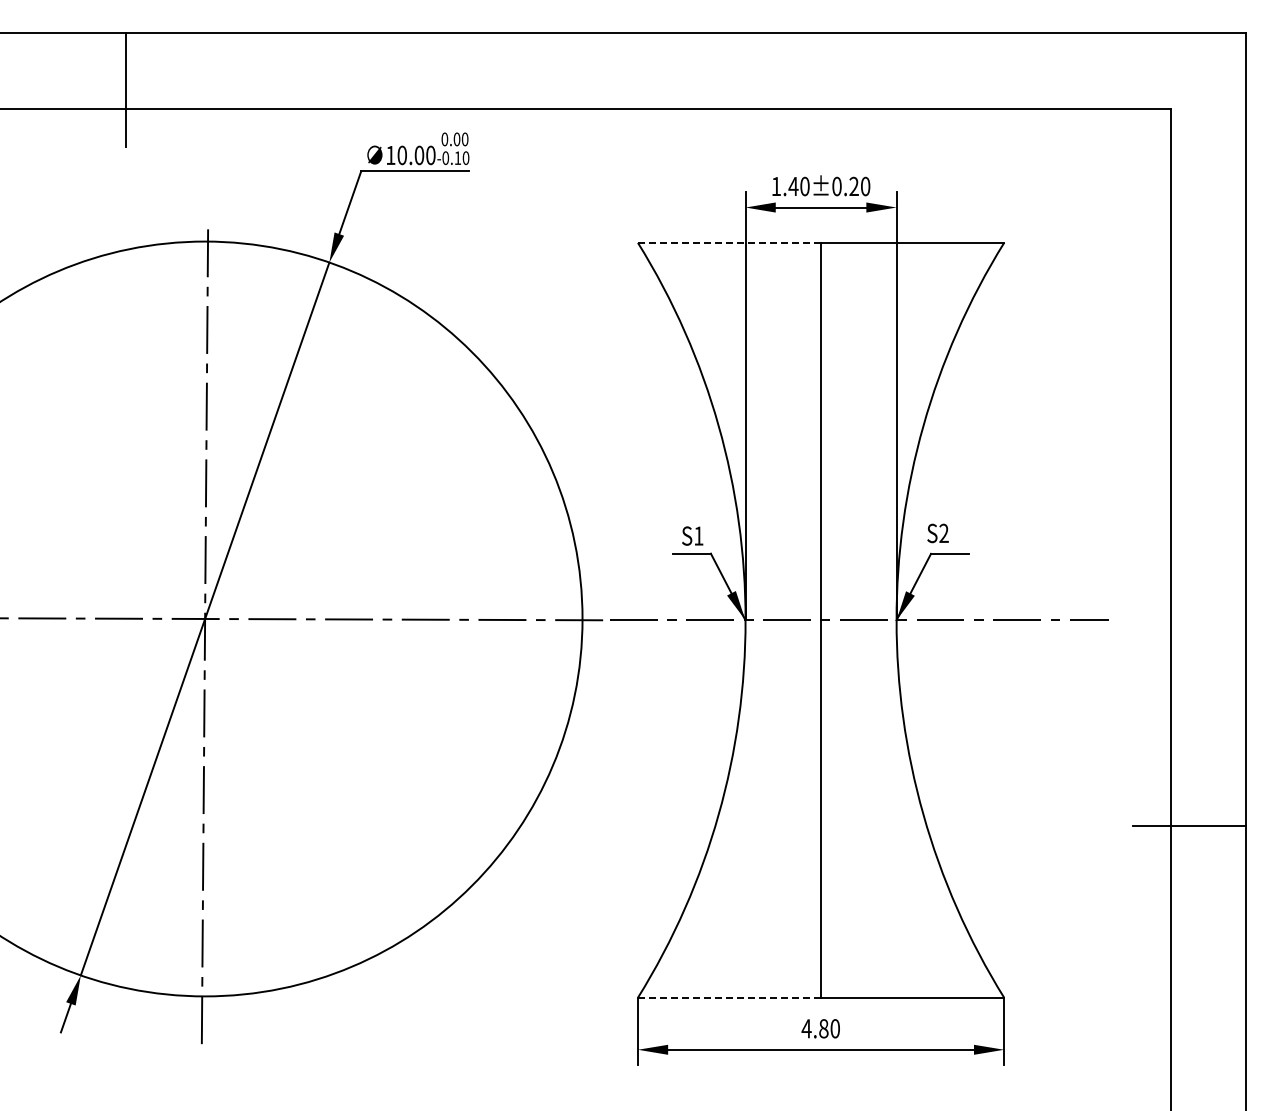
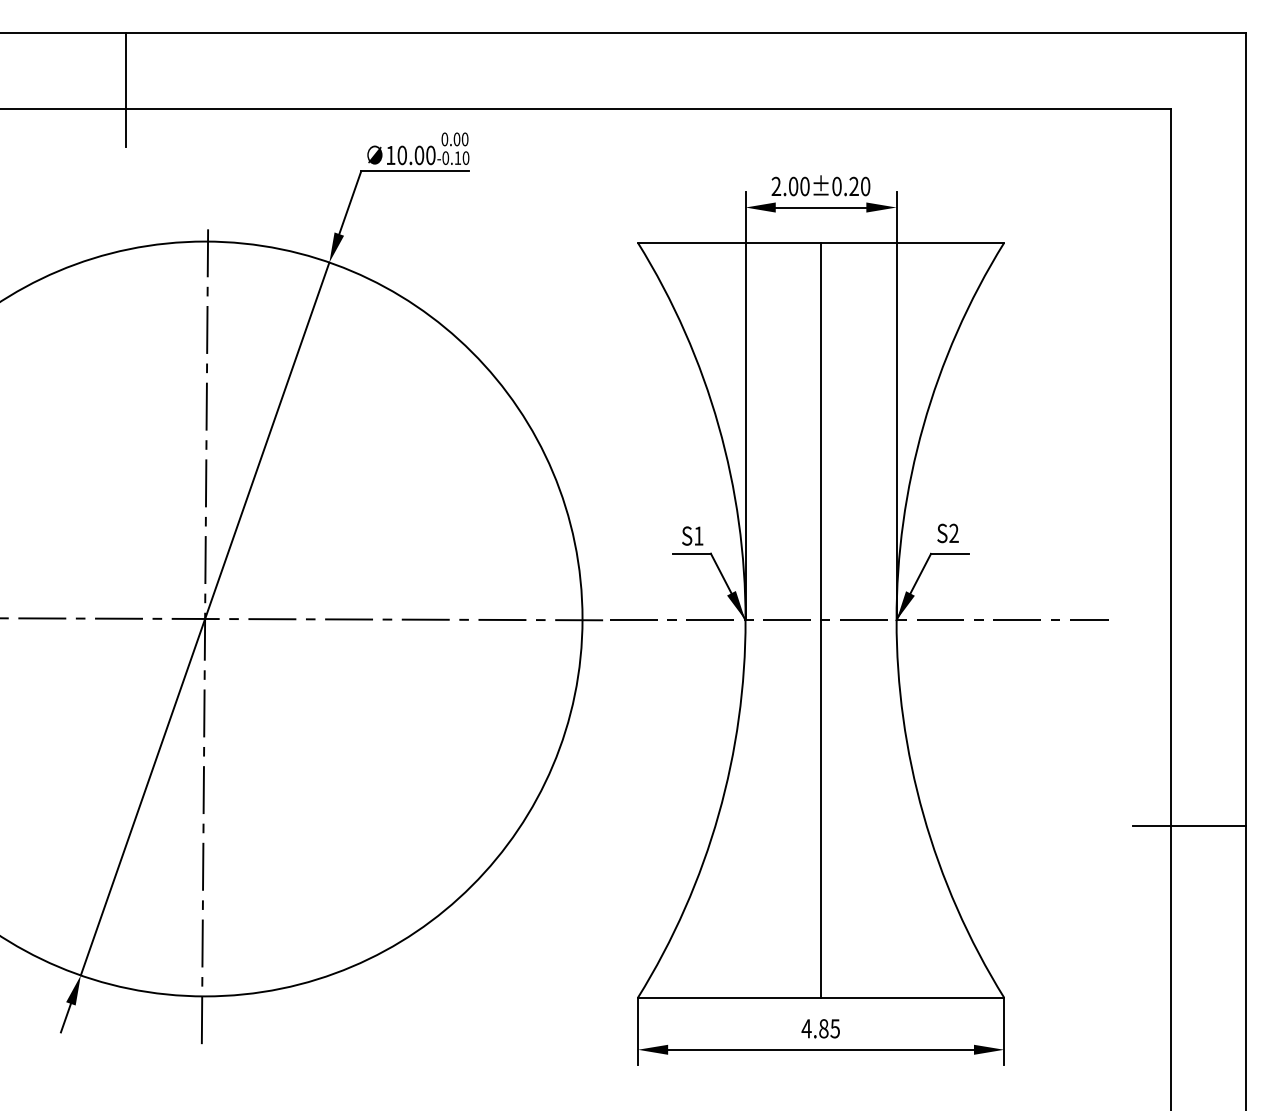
text at (784, 186): 1.40±0.20 -> 2.00±0.20
line at (729, 242): dashed -> solid
text at (937, 533) position: (937, 533) -> (947, 533)
line at (729, 997): dashed -> solid
text at (834, 1028): 4.80 -> 4.85
